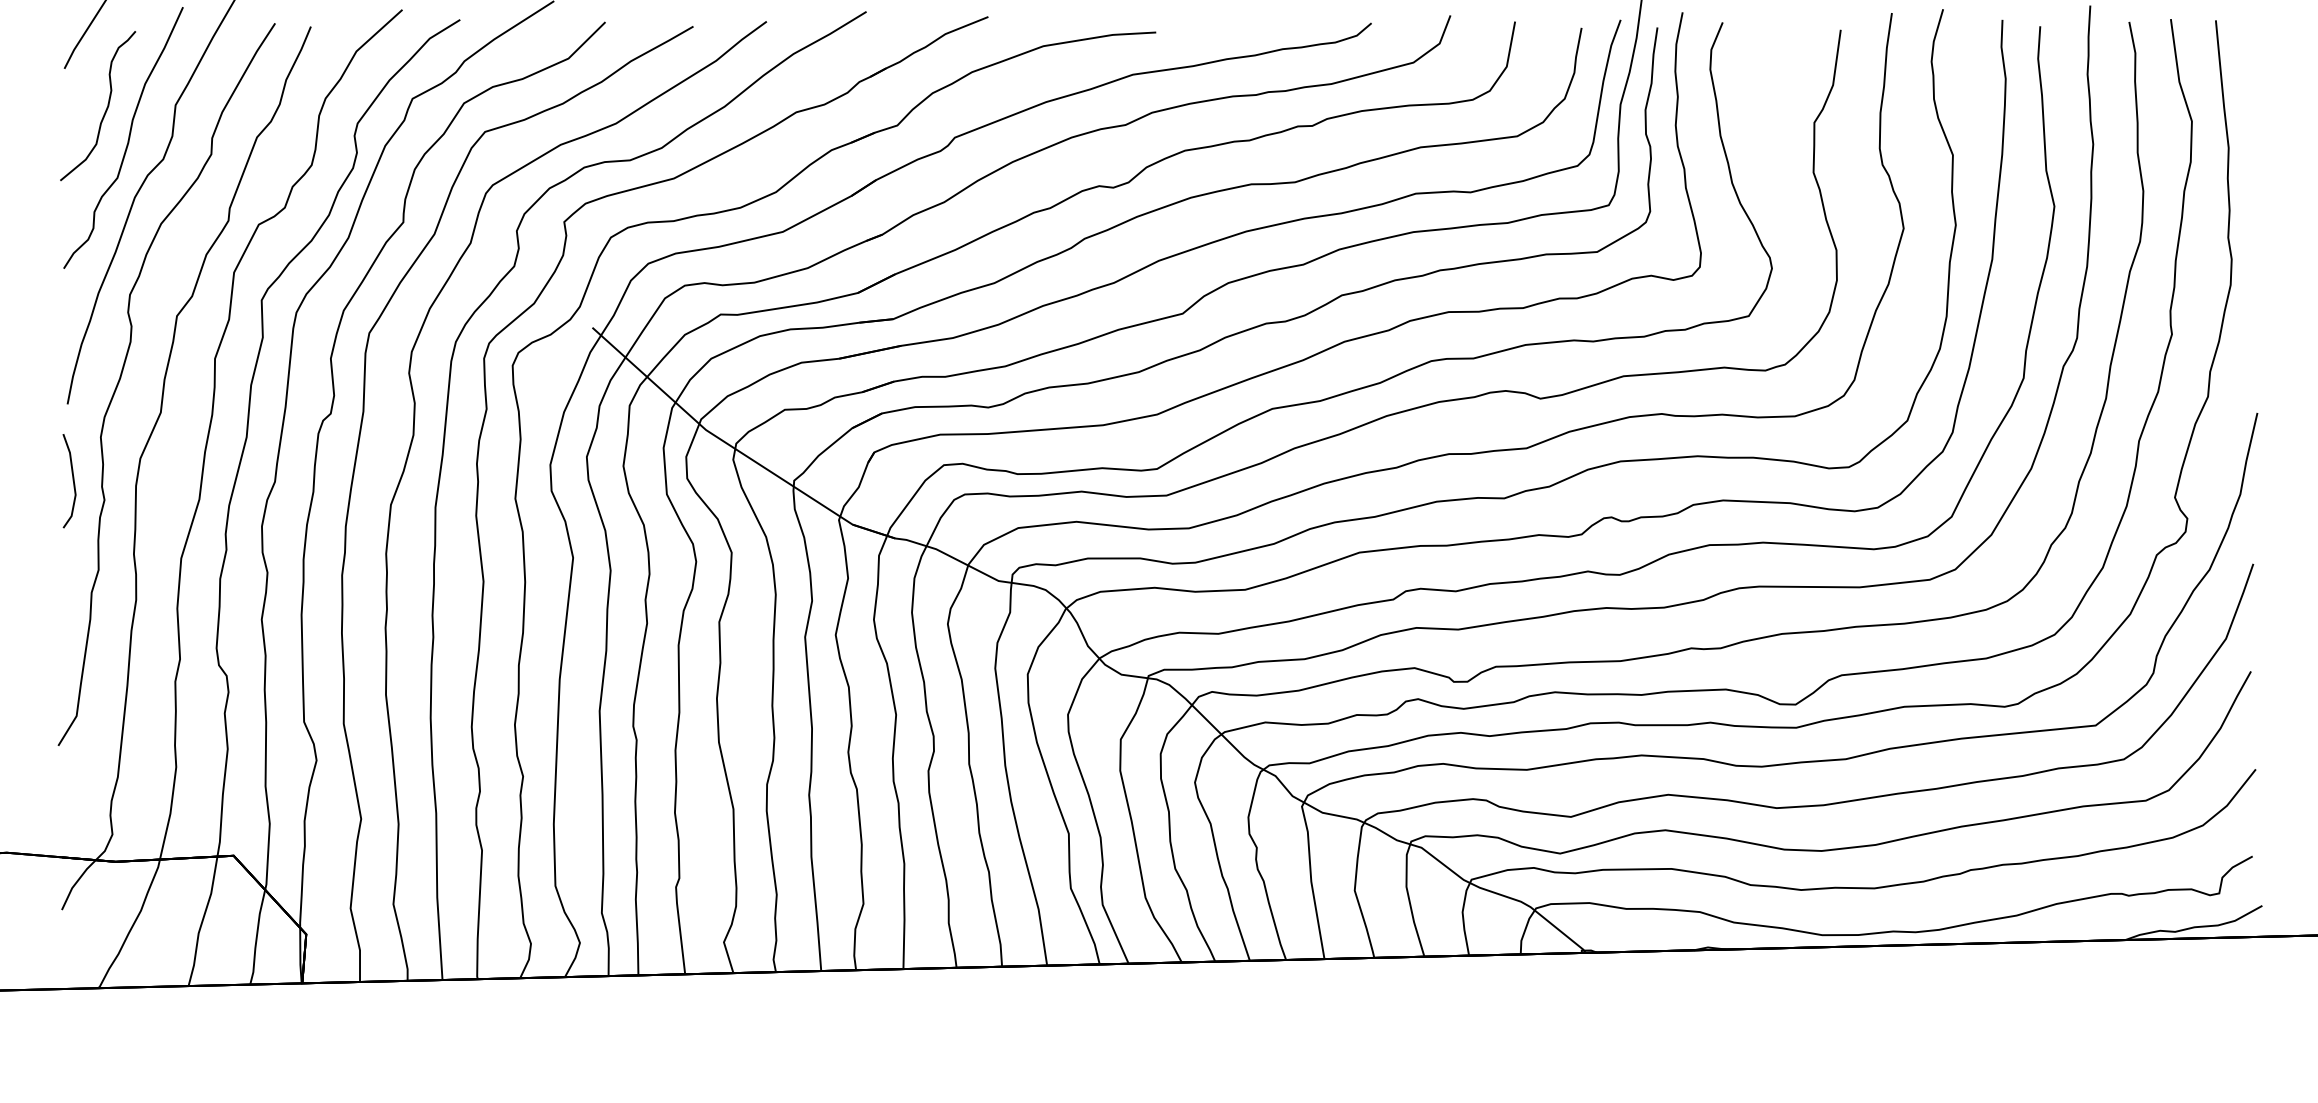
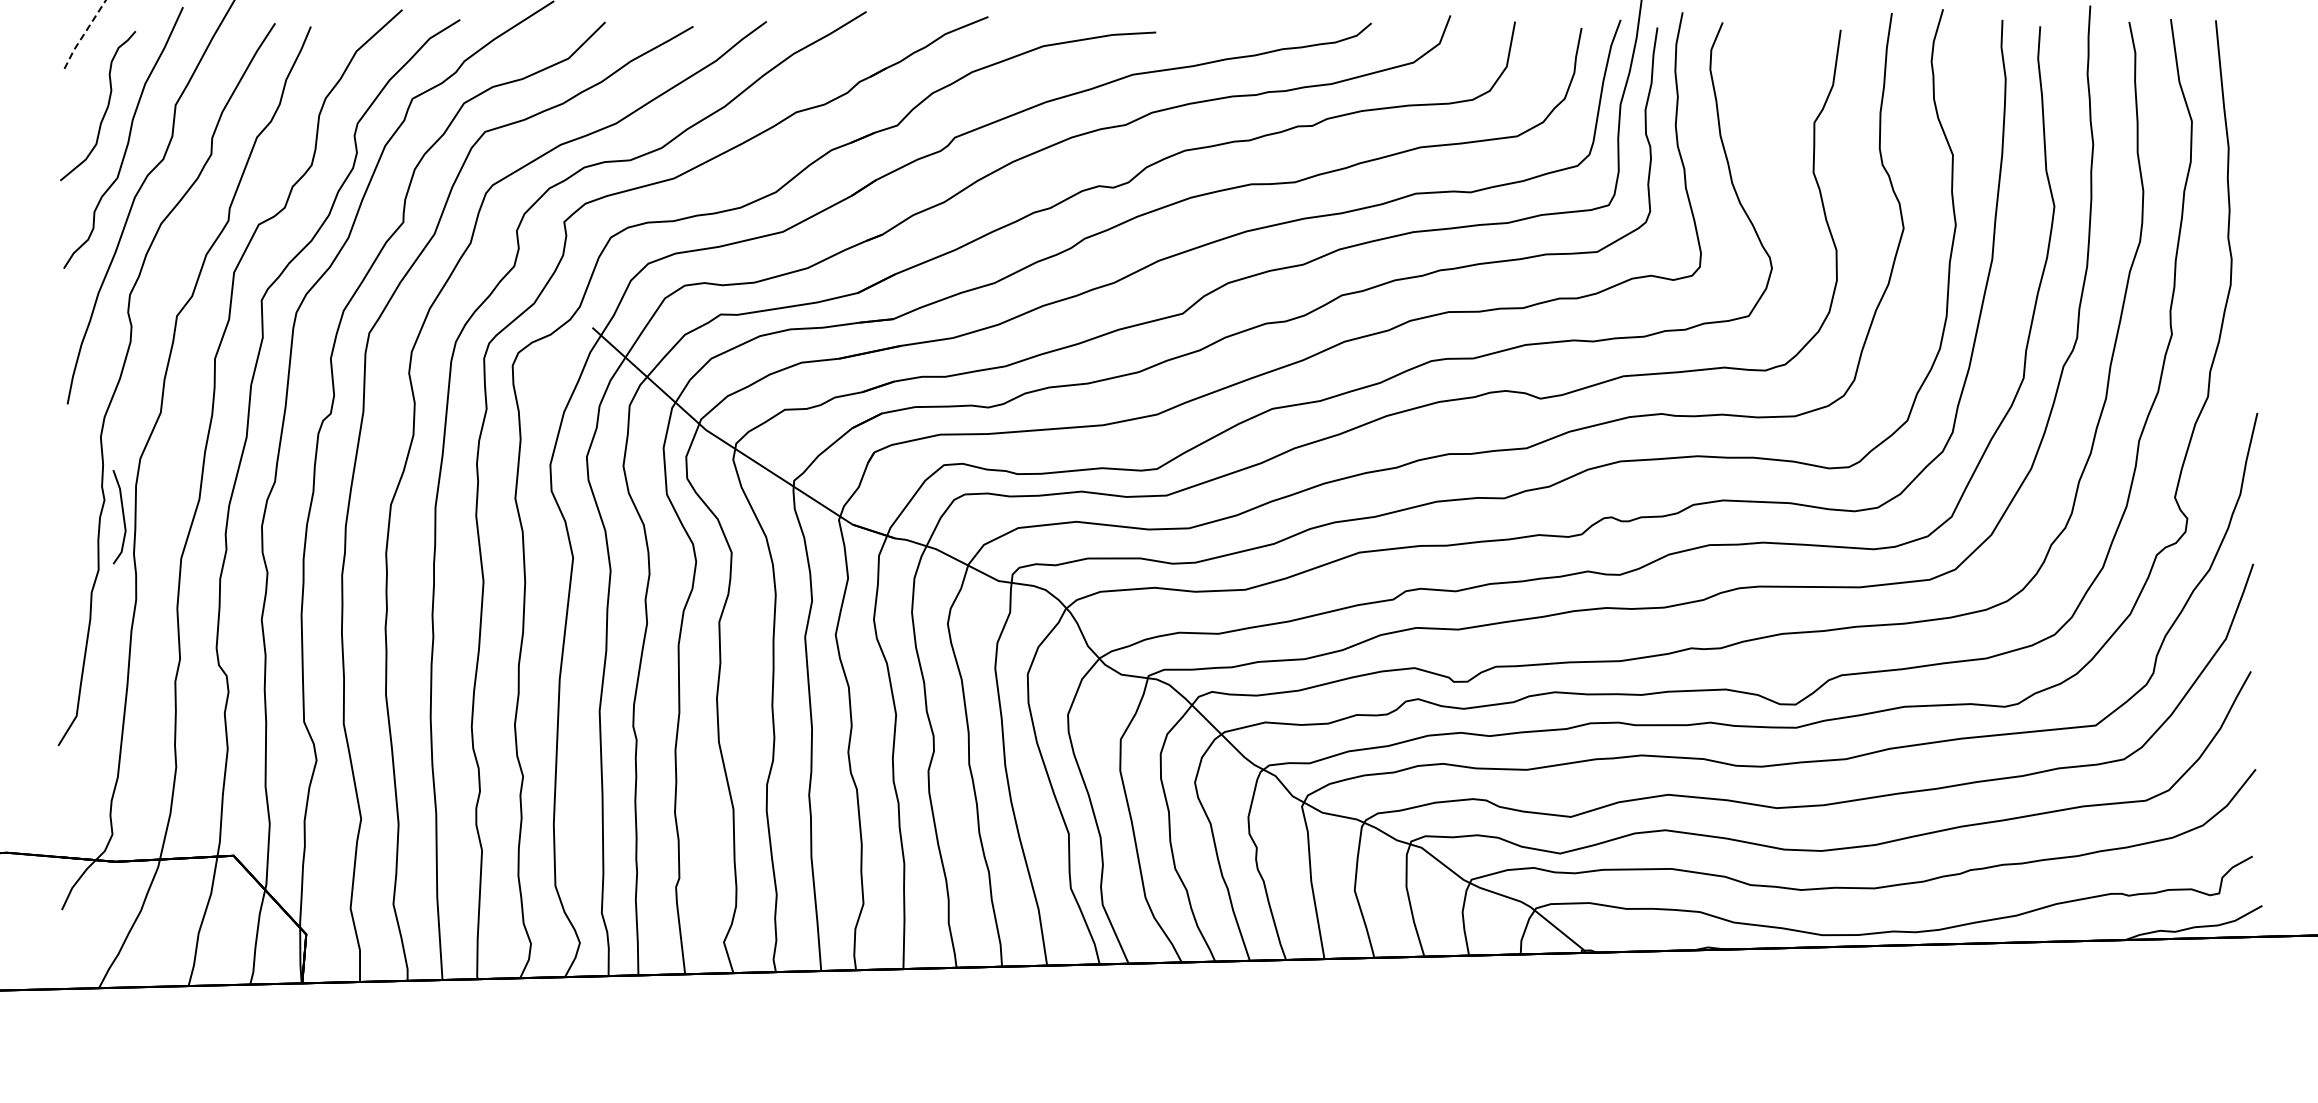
line at (84, 34): solid -> dashed
line at (72, 480) position: (72, 480) -> (122, 516)
